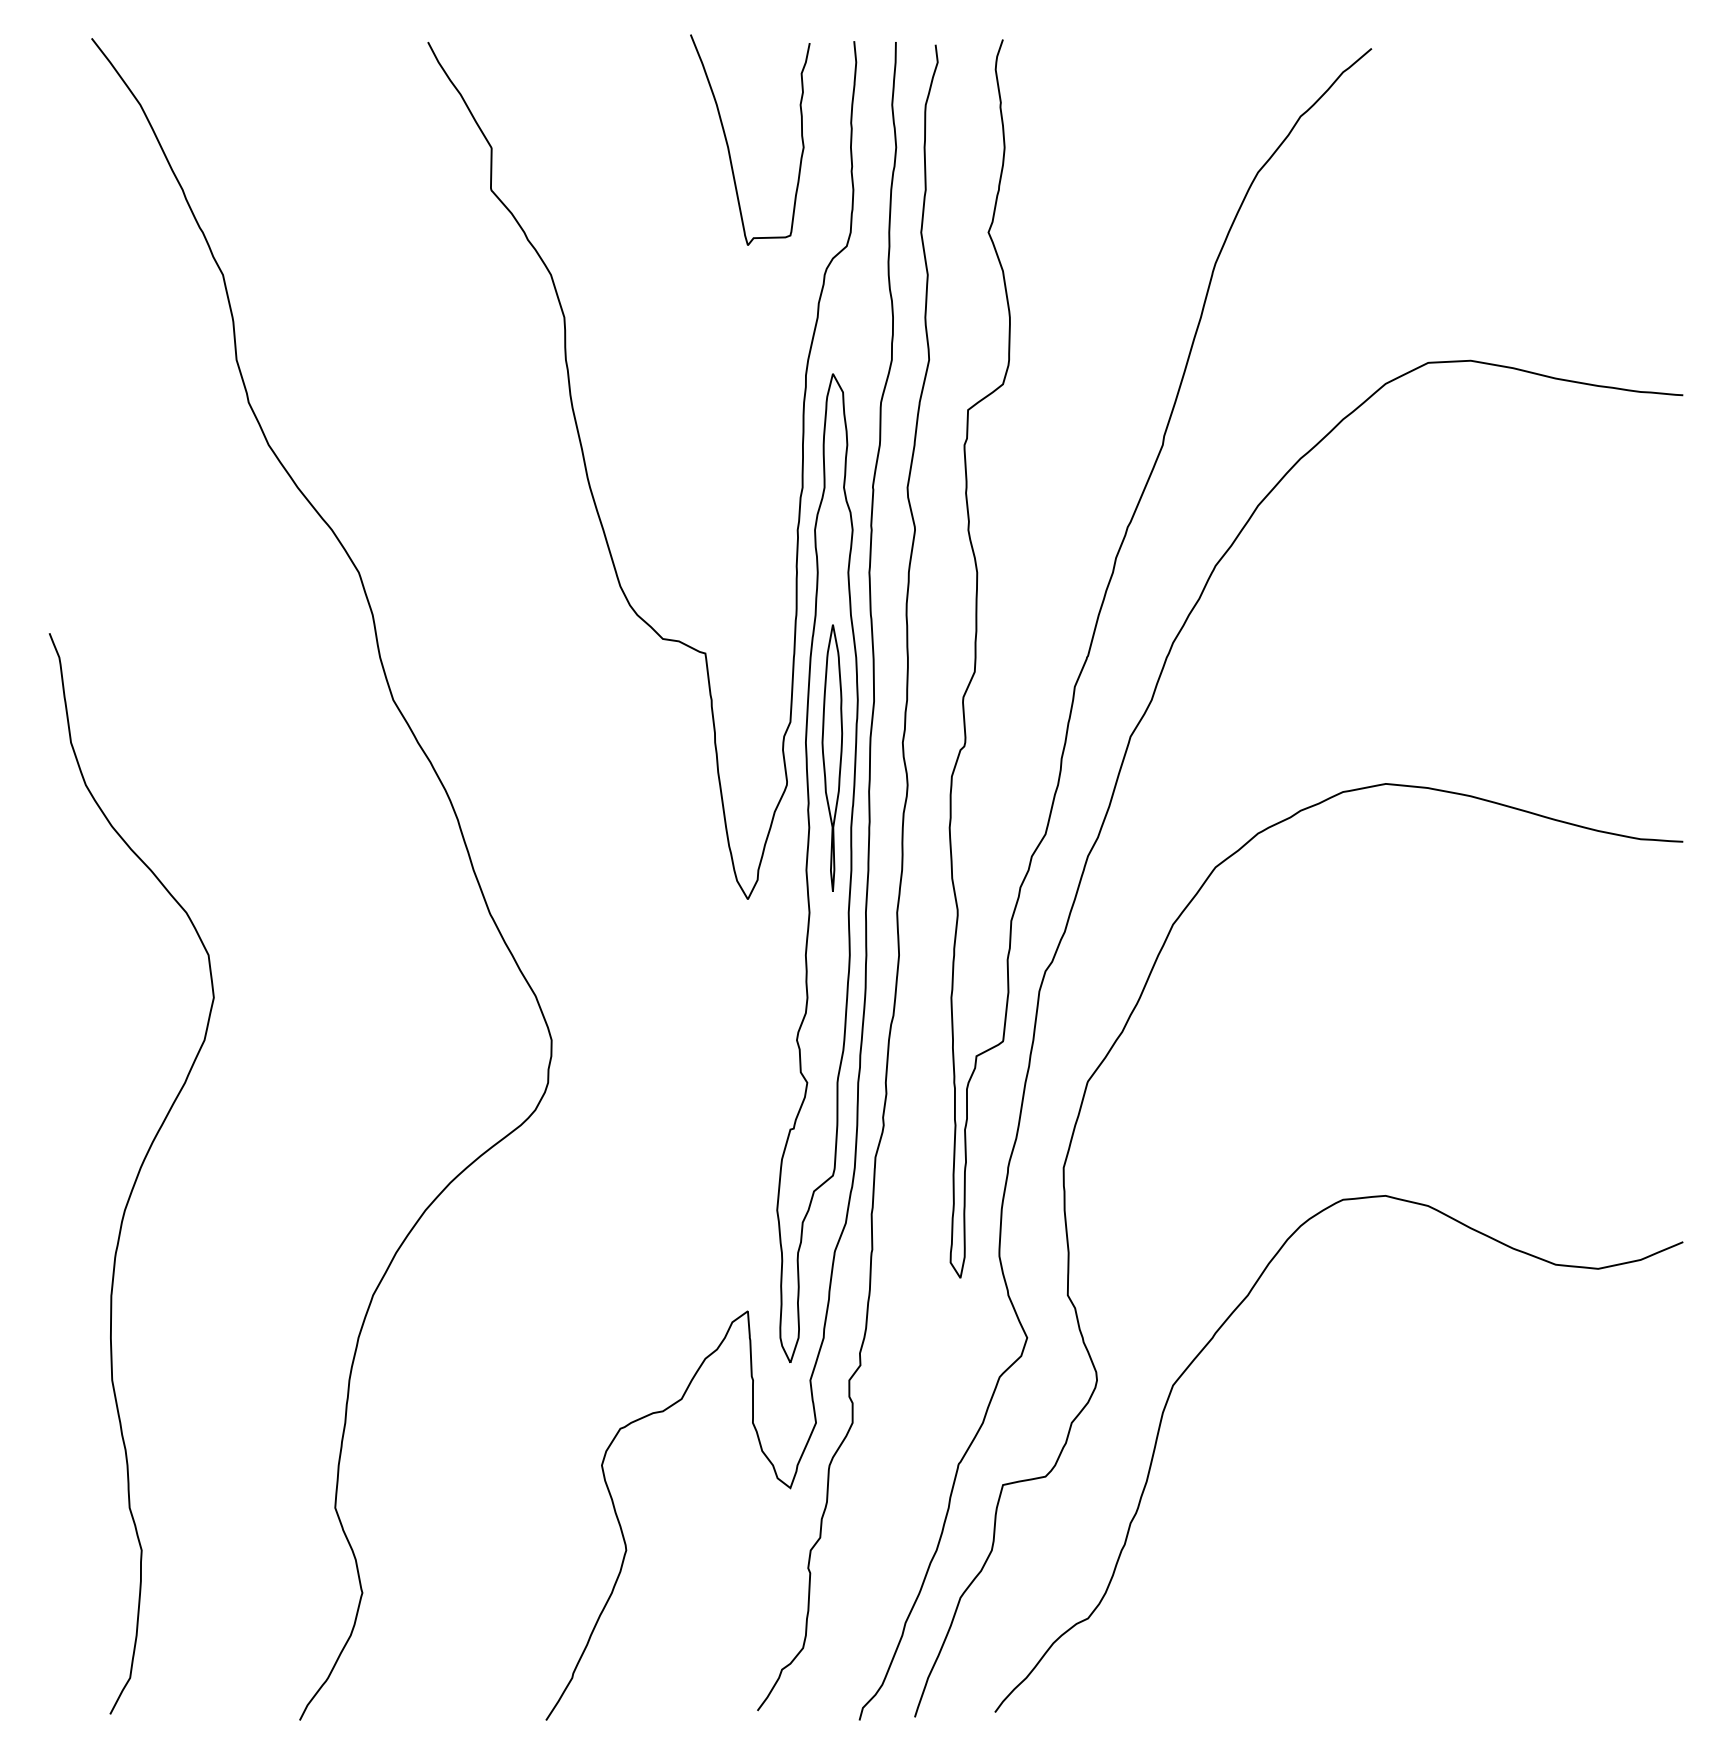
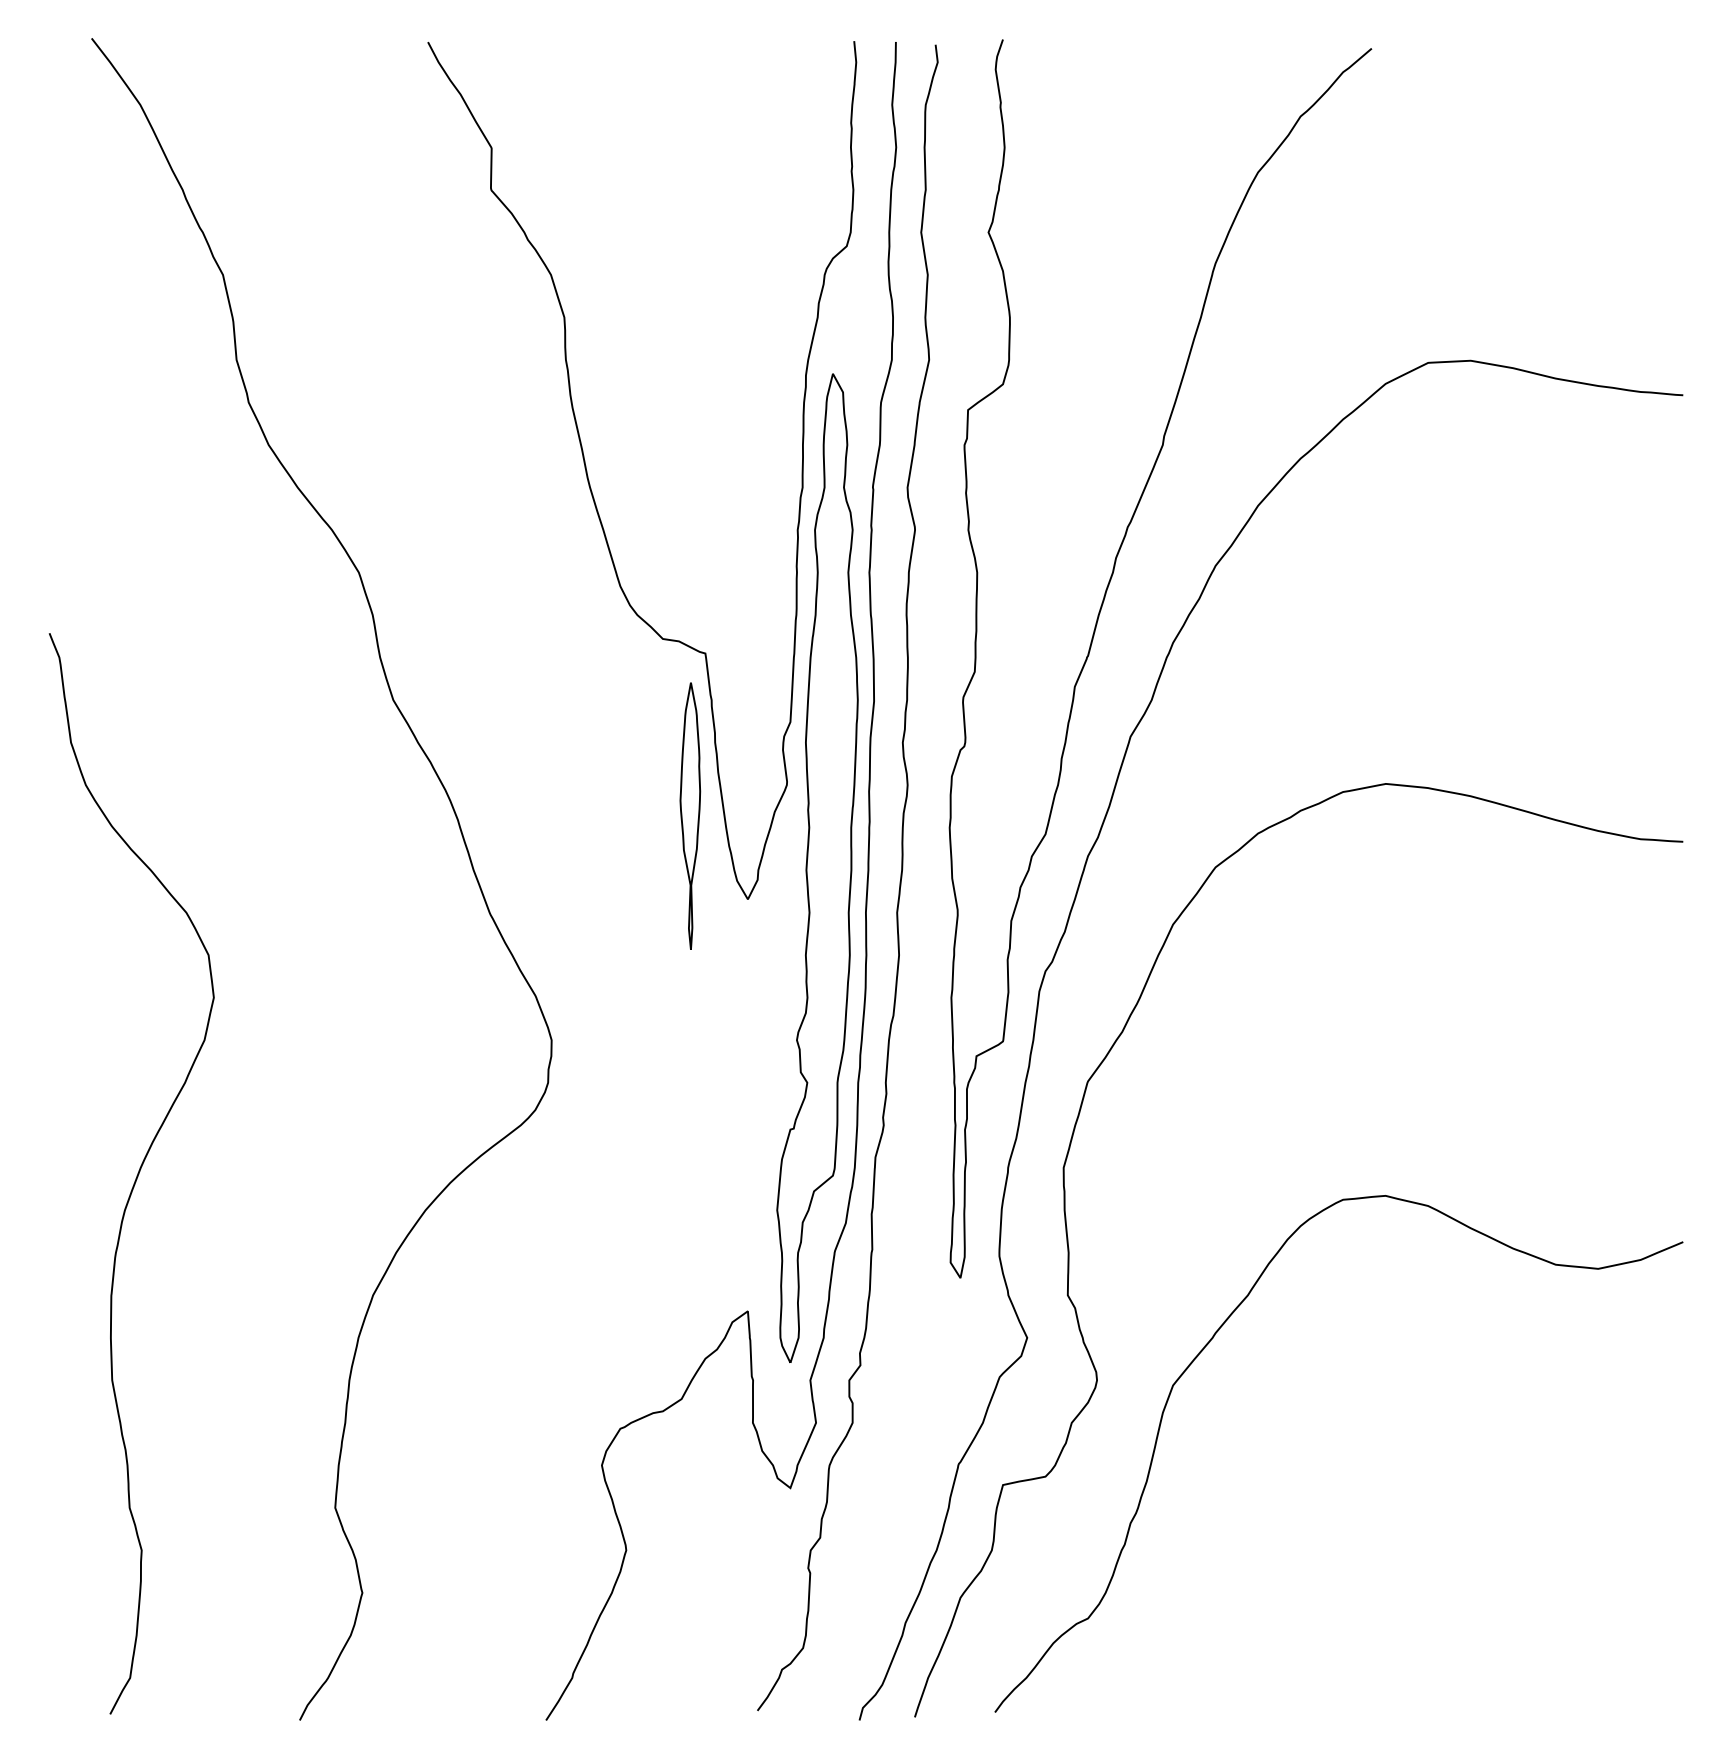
curve at (728, 144): present -> none
part at (832, 757) position: (832, 757) -> (690, 815)
